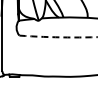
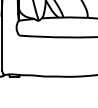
arc at (59, 37): dashed -> solid
